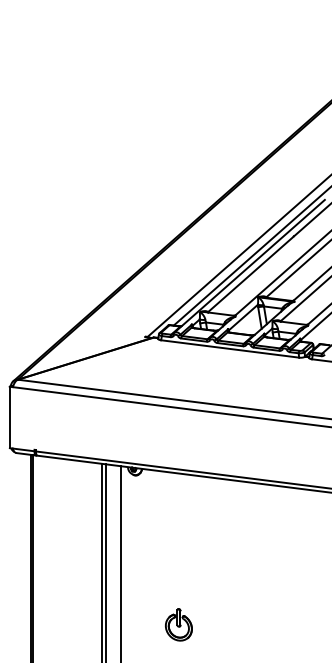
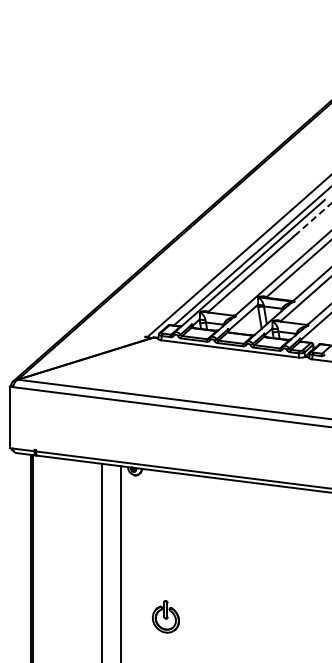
line at (312, 219): solid -> dashed
line at (105, 561): present -> none
part at (178, 624) position: (178, 624) -> (165, 616)
